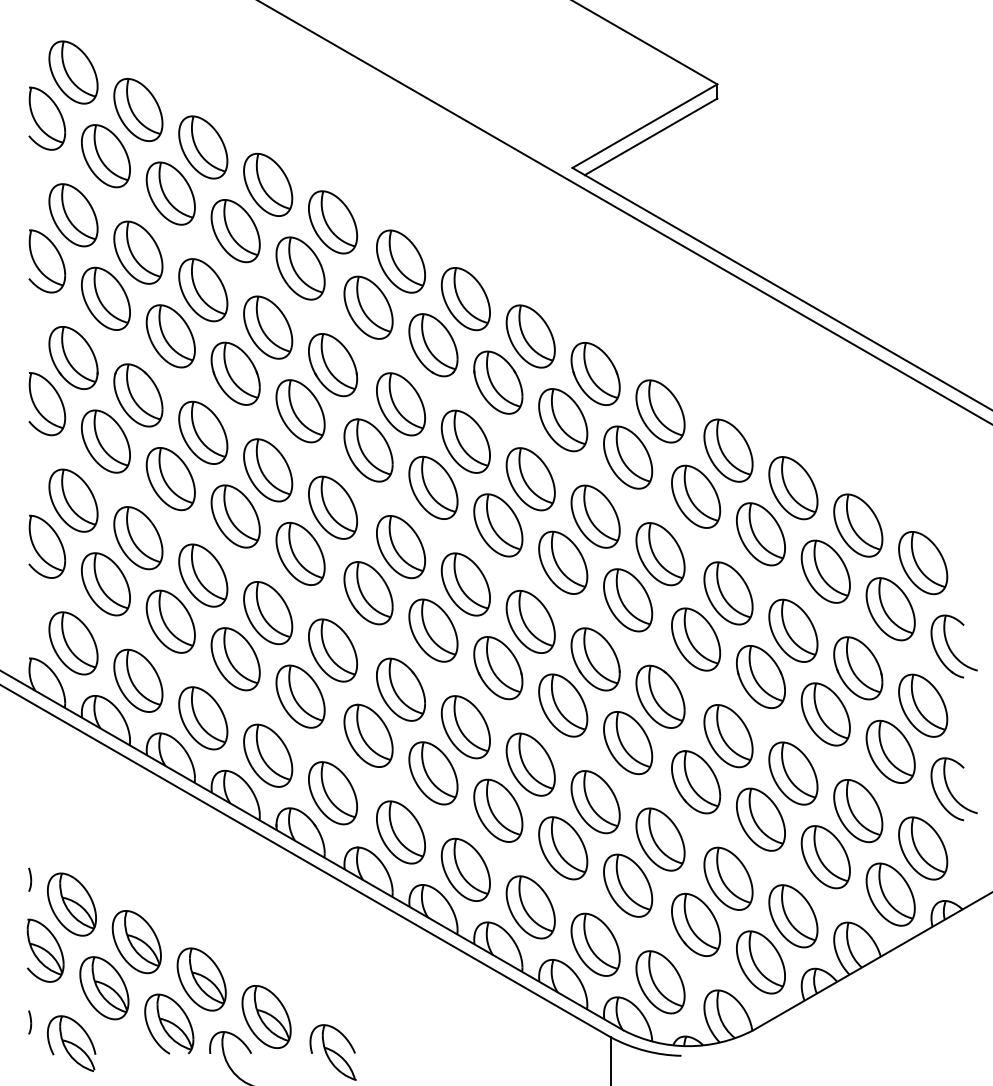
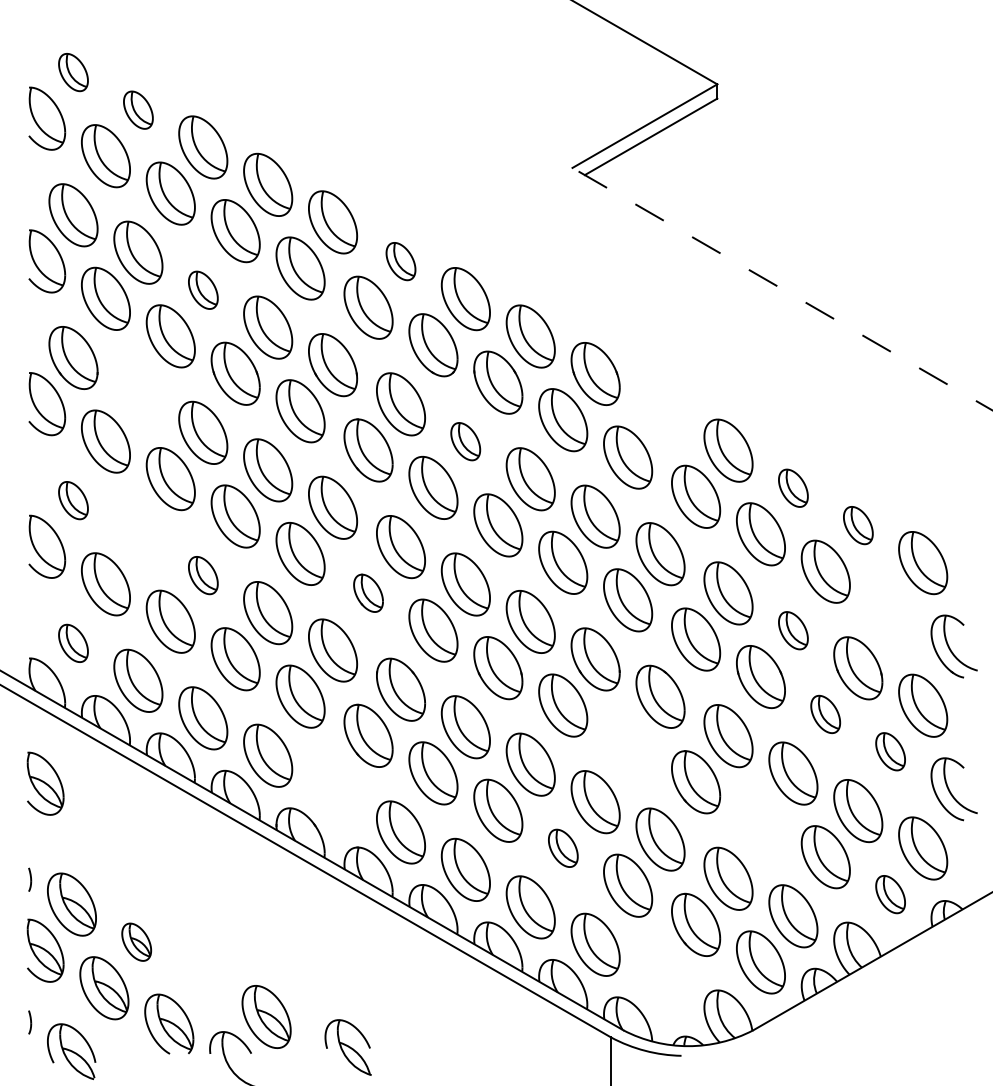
part at (73, 72) size: 51x65 px -> 31x40 px
part at (138, 110) size: 51x65 px -> 31x40 px
line at (624, 212): present -> none
part at (400, 261) size: 50x65 px -> 32x40 px
line at (782, 288): solid -> dashed
part at (203, 290) size: 51x65 px -> 31x40 px
part at (138, 395): present -> none
part at (660, 411): present -> none
part at (465, 441) size: 51x65 px -> 32x40 px
part at (793, 488) size: 51x65 px -> 31x40 px
part at (73, 500) size: 51x65 px -> 31x40 px
part at (858, 525) size: 51x65 px -> 31x40 px
part at (138, 538): present -> none
part at (203, 575) size: 51x65 px -> 31x40 px
part at (368, 593) size: 51x65 px -> 31x40 px
part at (890, 609): present -> none
part at (793, 630) size: 51x65 px -> 31x40 px
part at (73, 643) size: 51x65 px -> 31x40 px
part at (825, 714) size: 51x65 px -> 32x41 px
part at (628, 743): present -> none
part at (890, 751) size: 51x65 px -> 31x40 px
part at (45, 783): none -> present
part at (333, 793): present -> none
part at (760, 819): present -> none
part at (563, 848) size: 51x65 px -> 31x40 px
part at (890, 894) size: 51x65 px -> 31x40 px
part at (136, 942) size: 51x65 px -> 32x40 px
part at (201, 979): present -> none
part at (660, 982): present -> none
part at (71, 1043) position: (71, 1043) -> (71, 1051)
part at (332, 1052) position: (332, 1052) -> (347, 1047)
